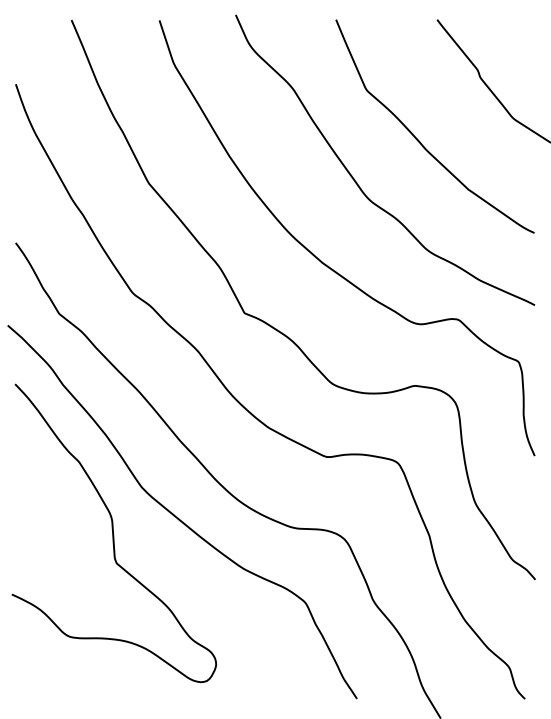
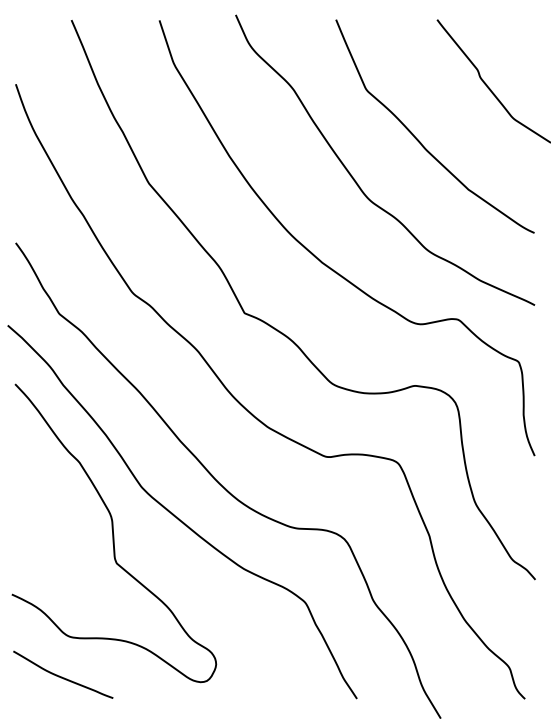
curve at (62, 676): none -> present
